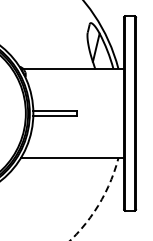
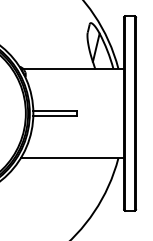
arc at (99, 203): dashed -> solid
